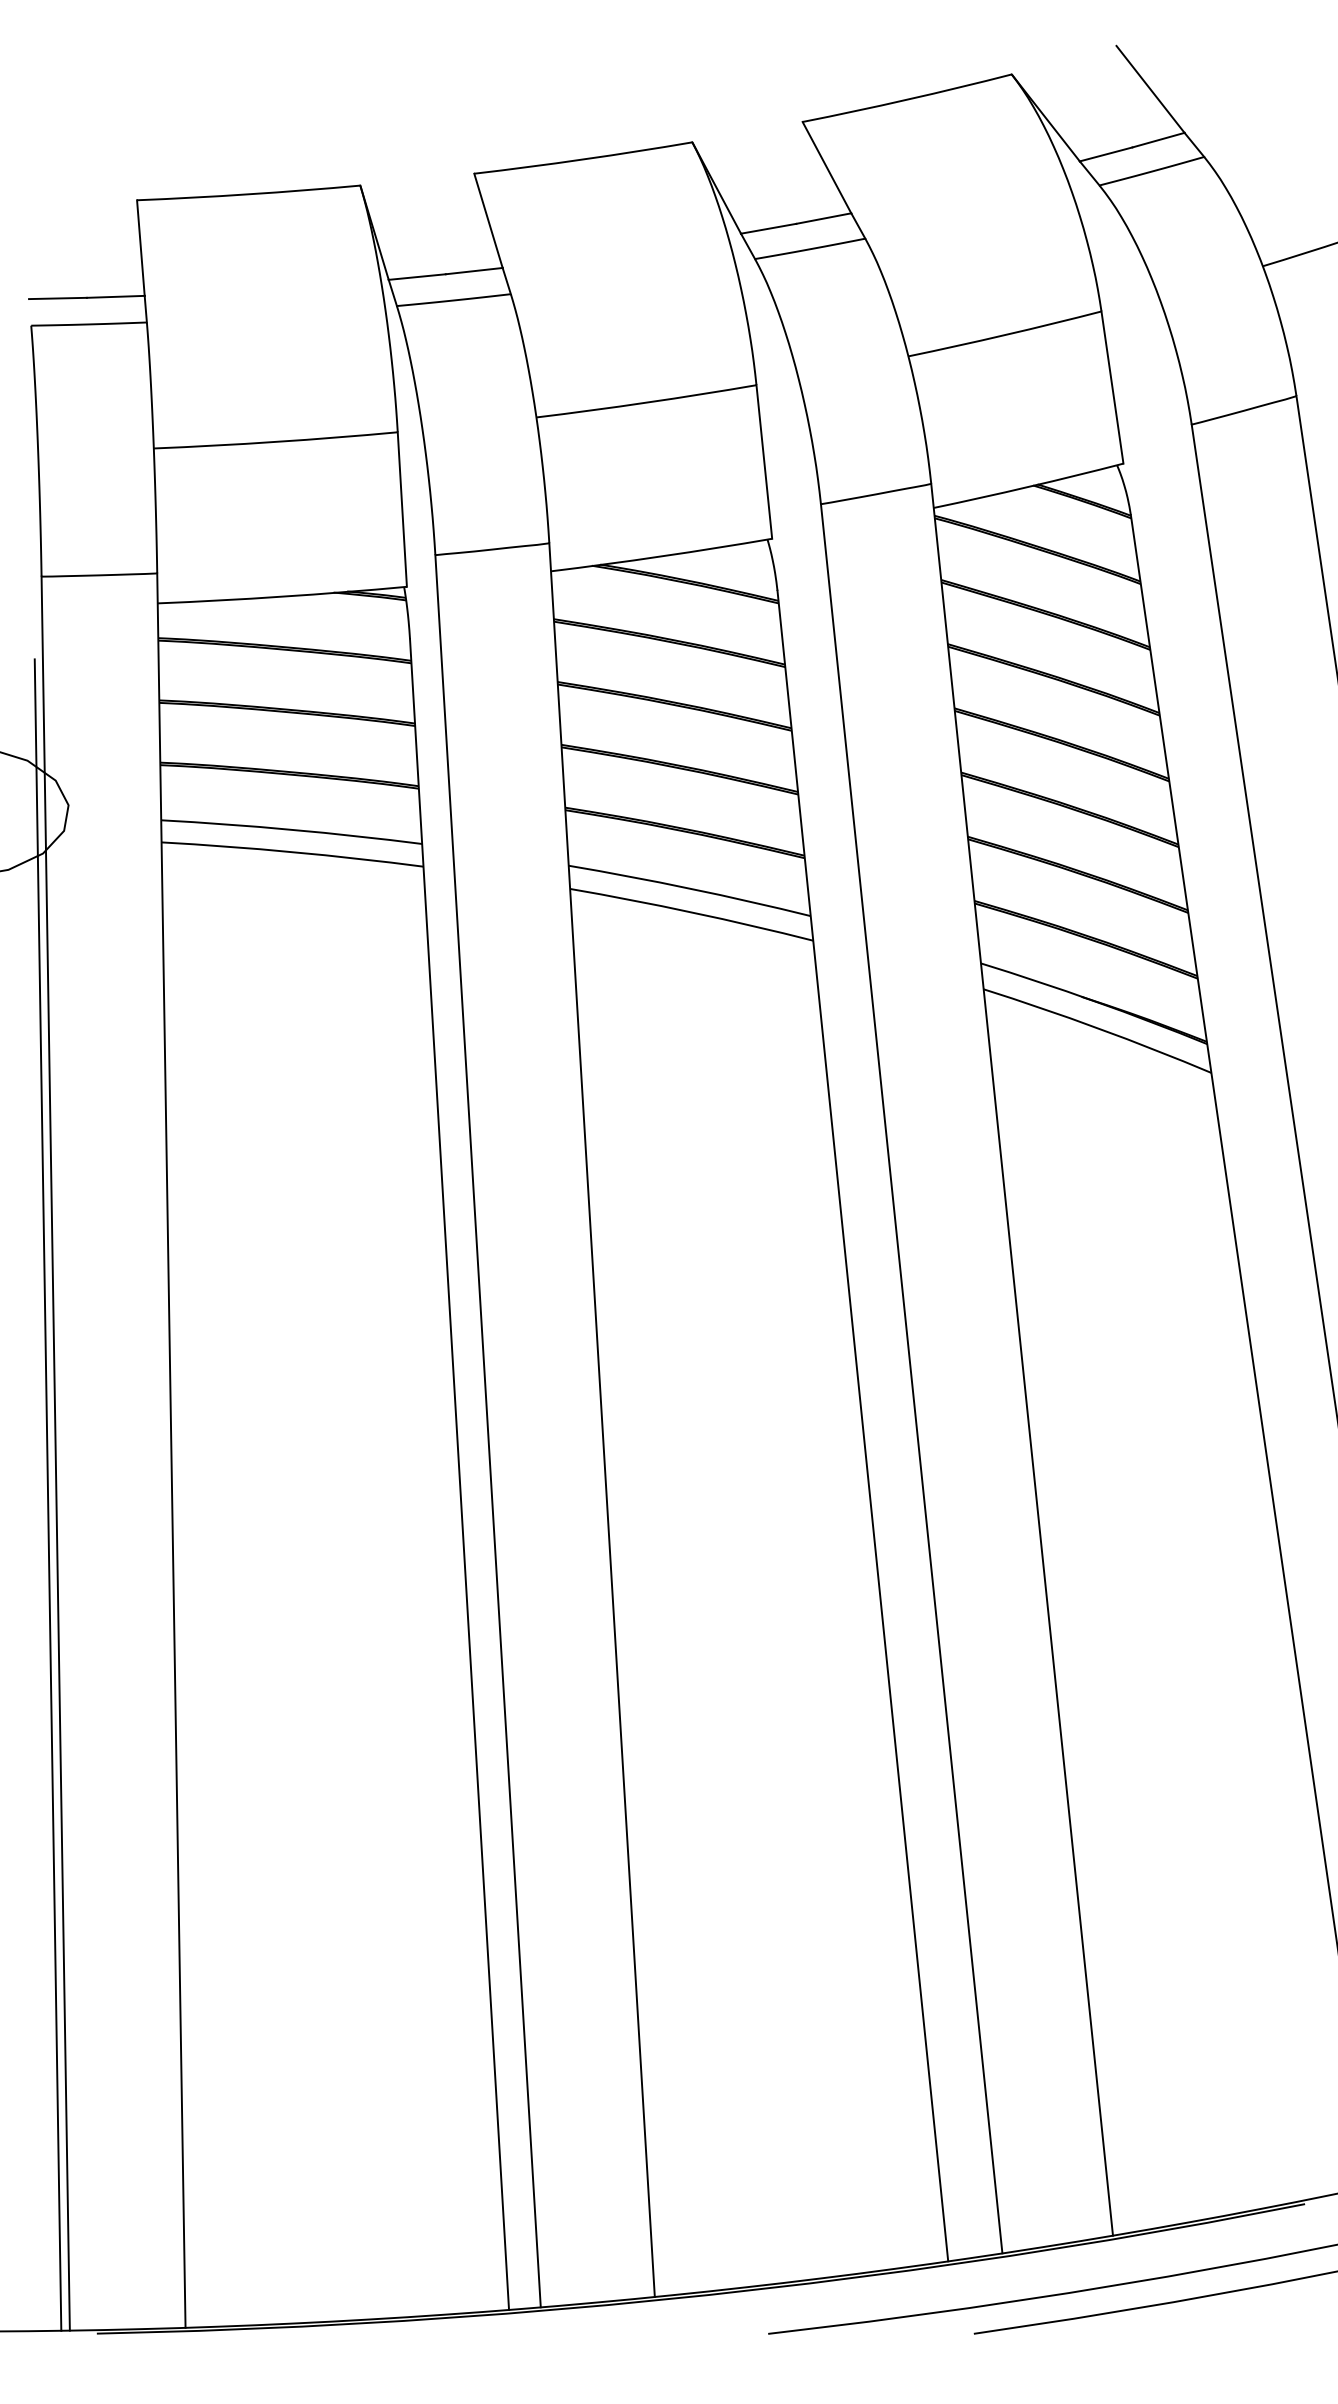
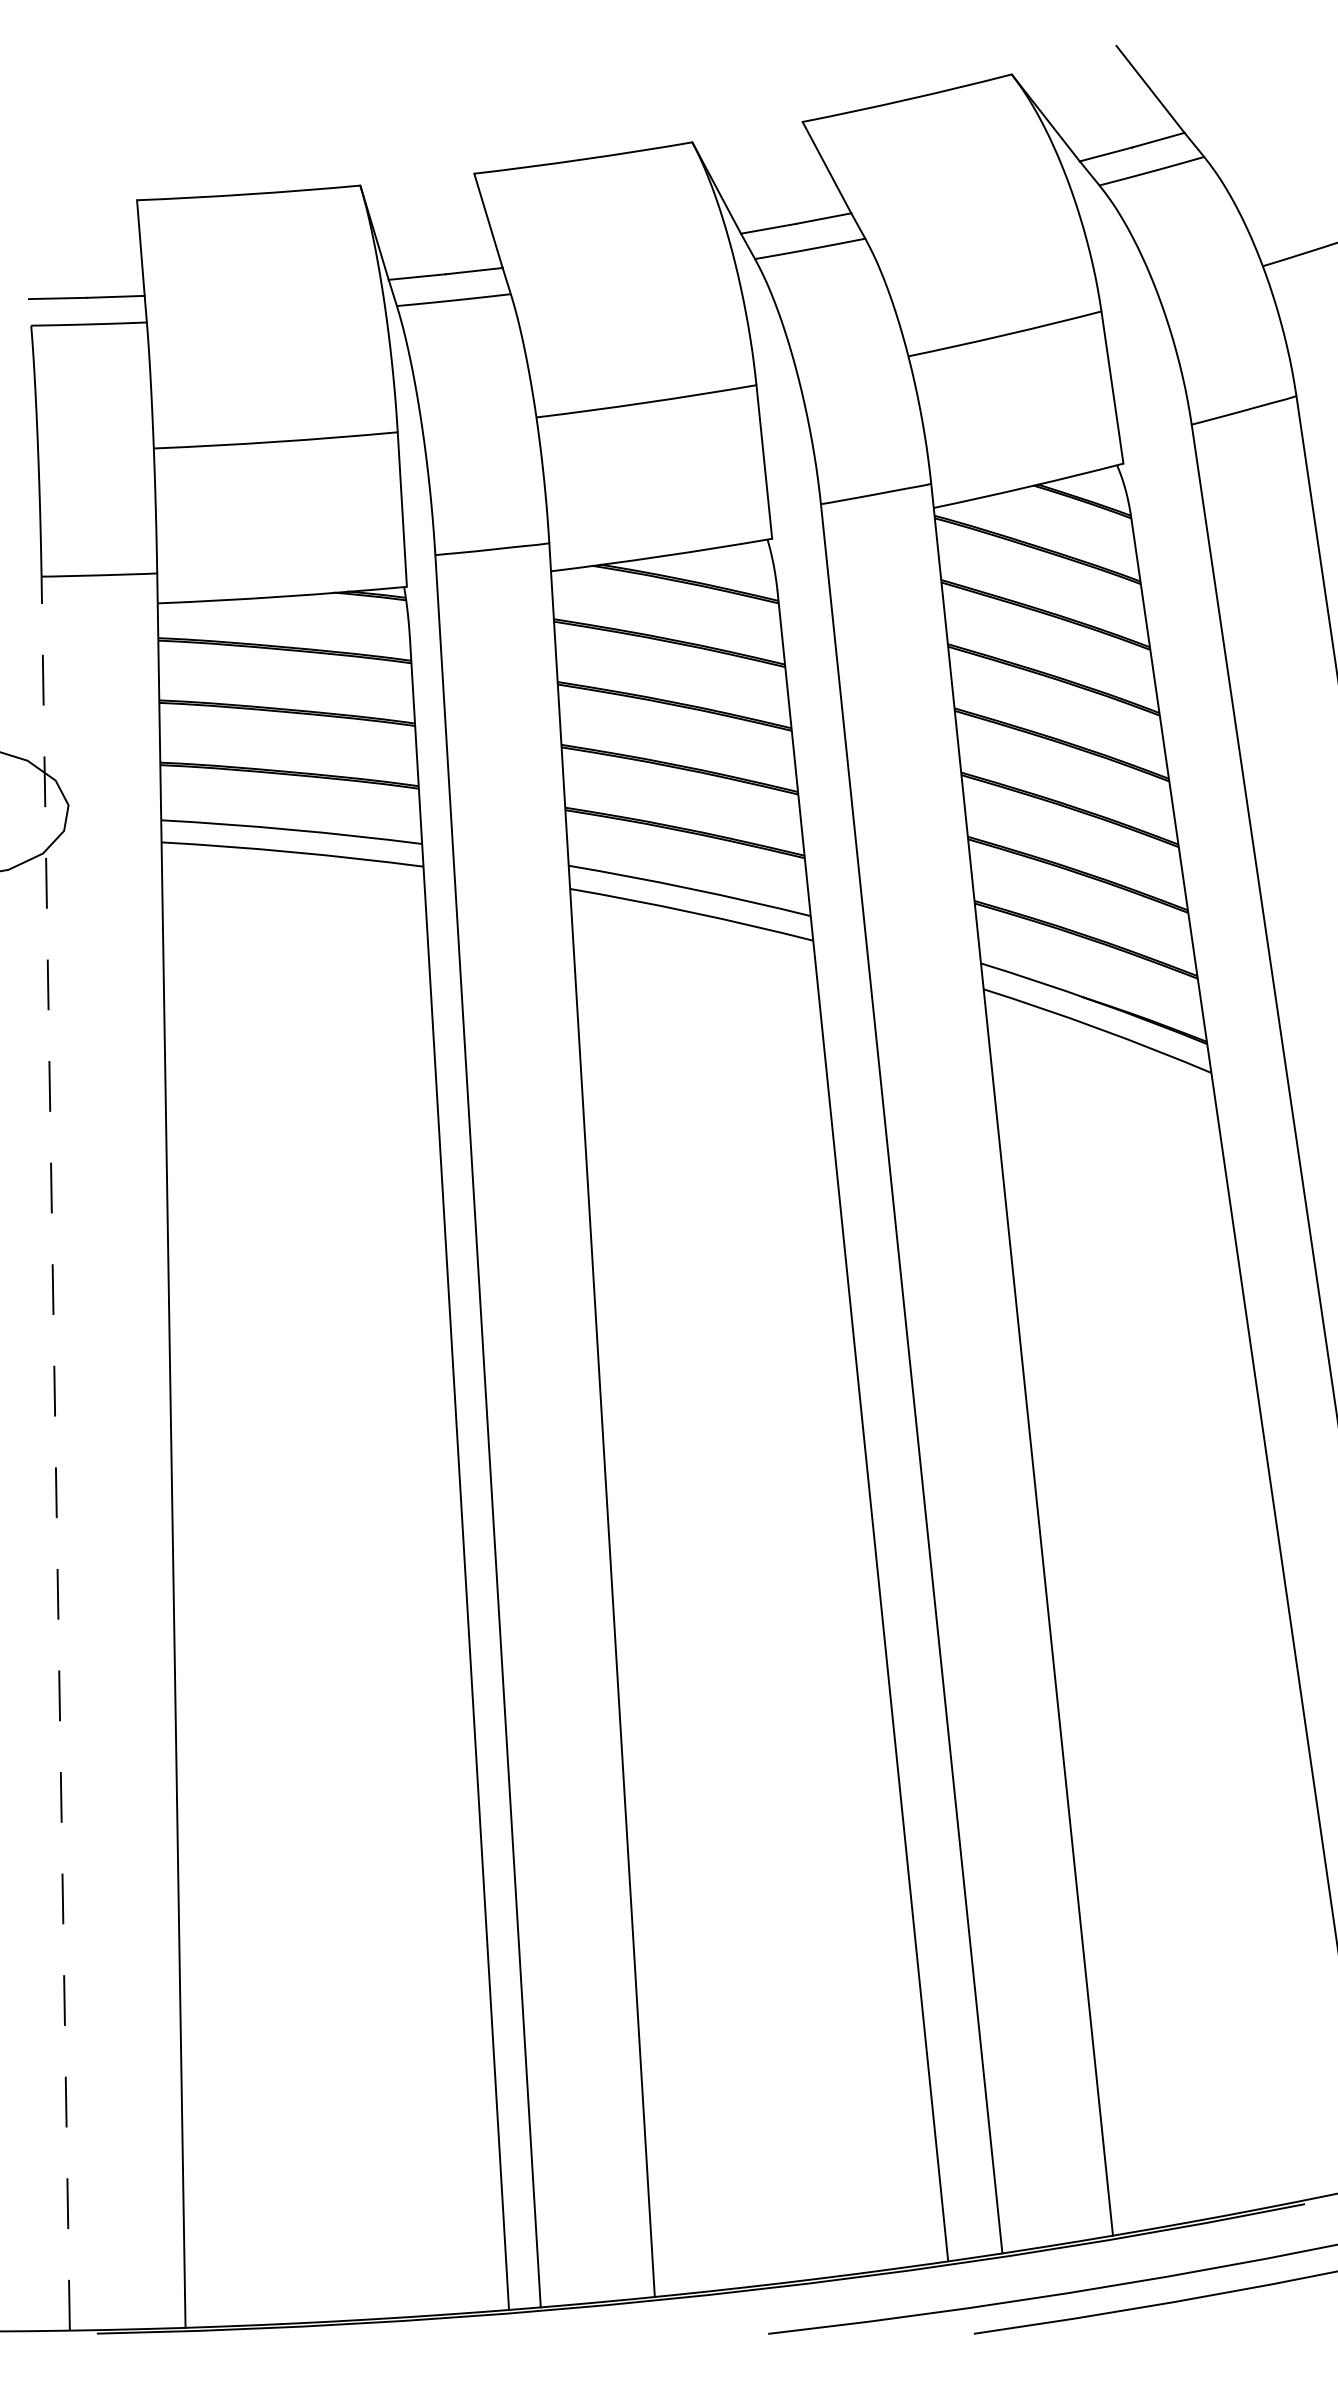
line at (55, 1453): solid -> dashed
line at (47, 1494): present -> none
